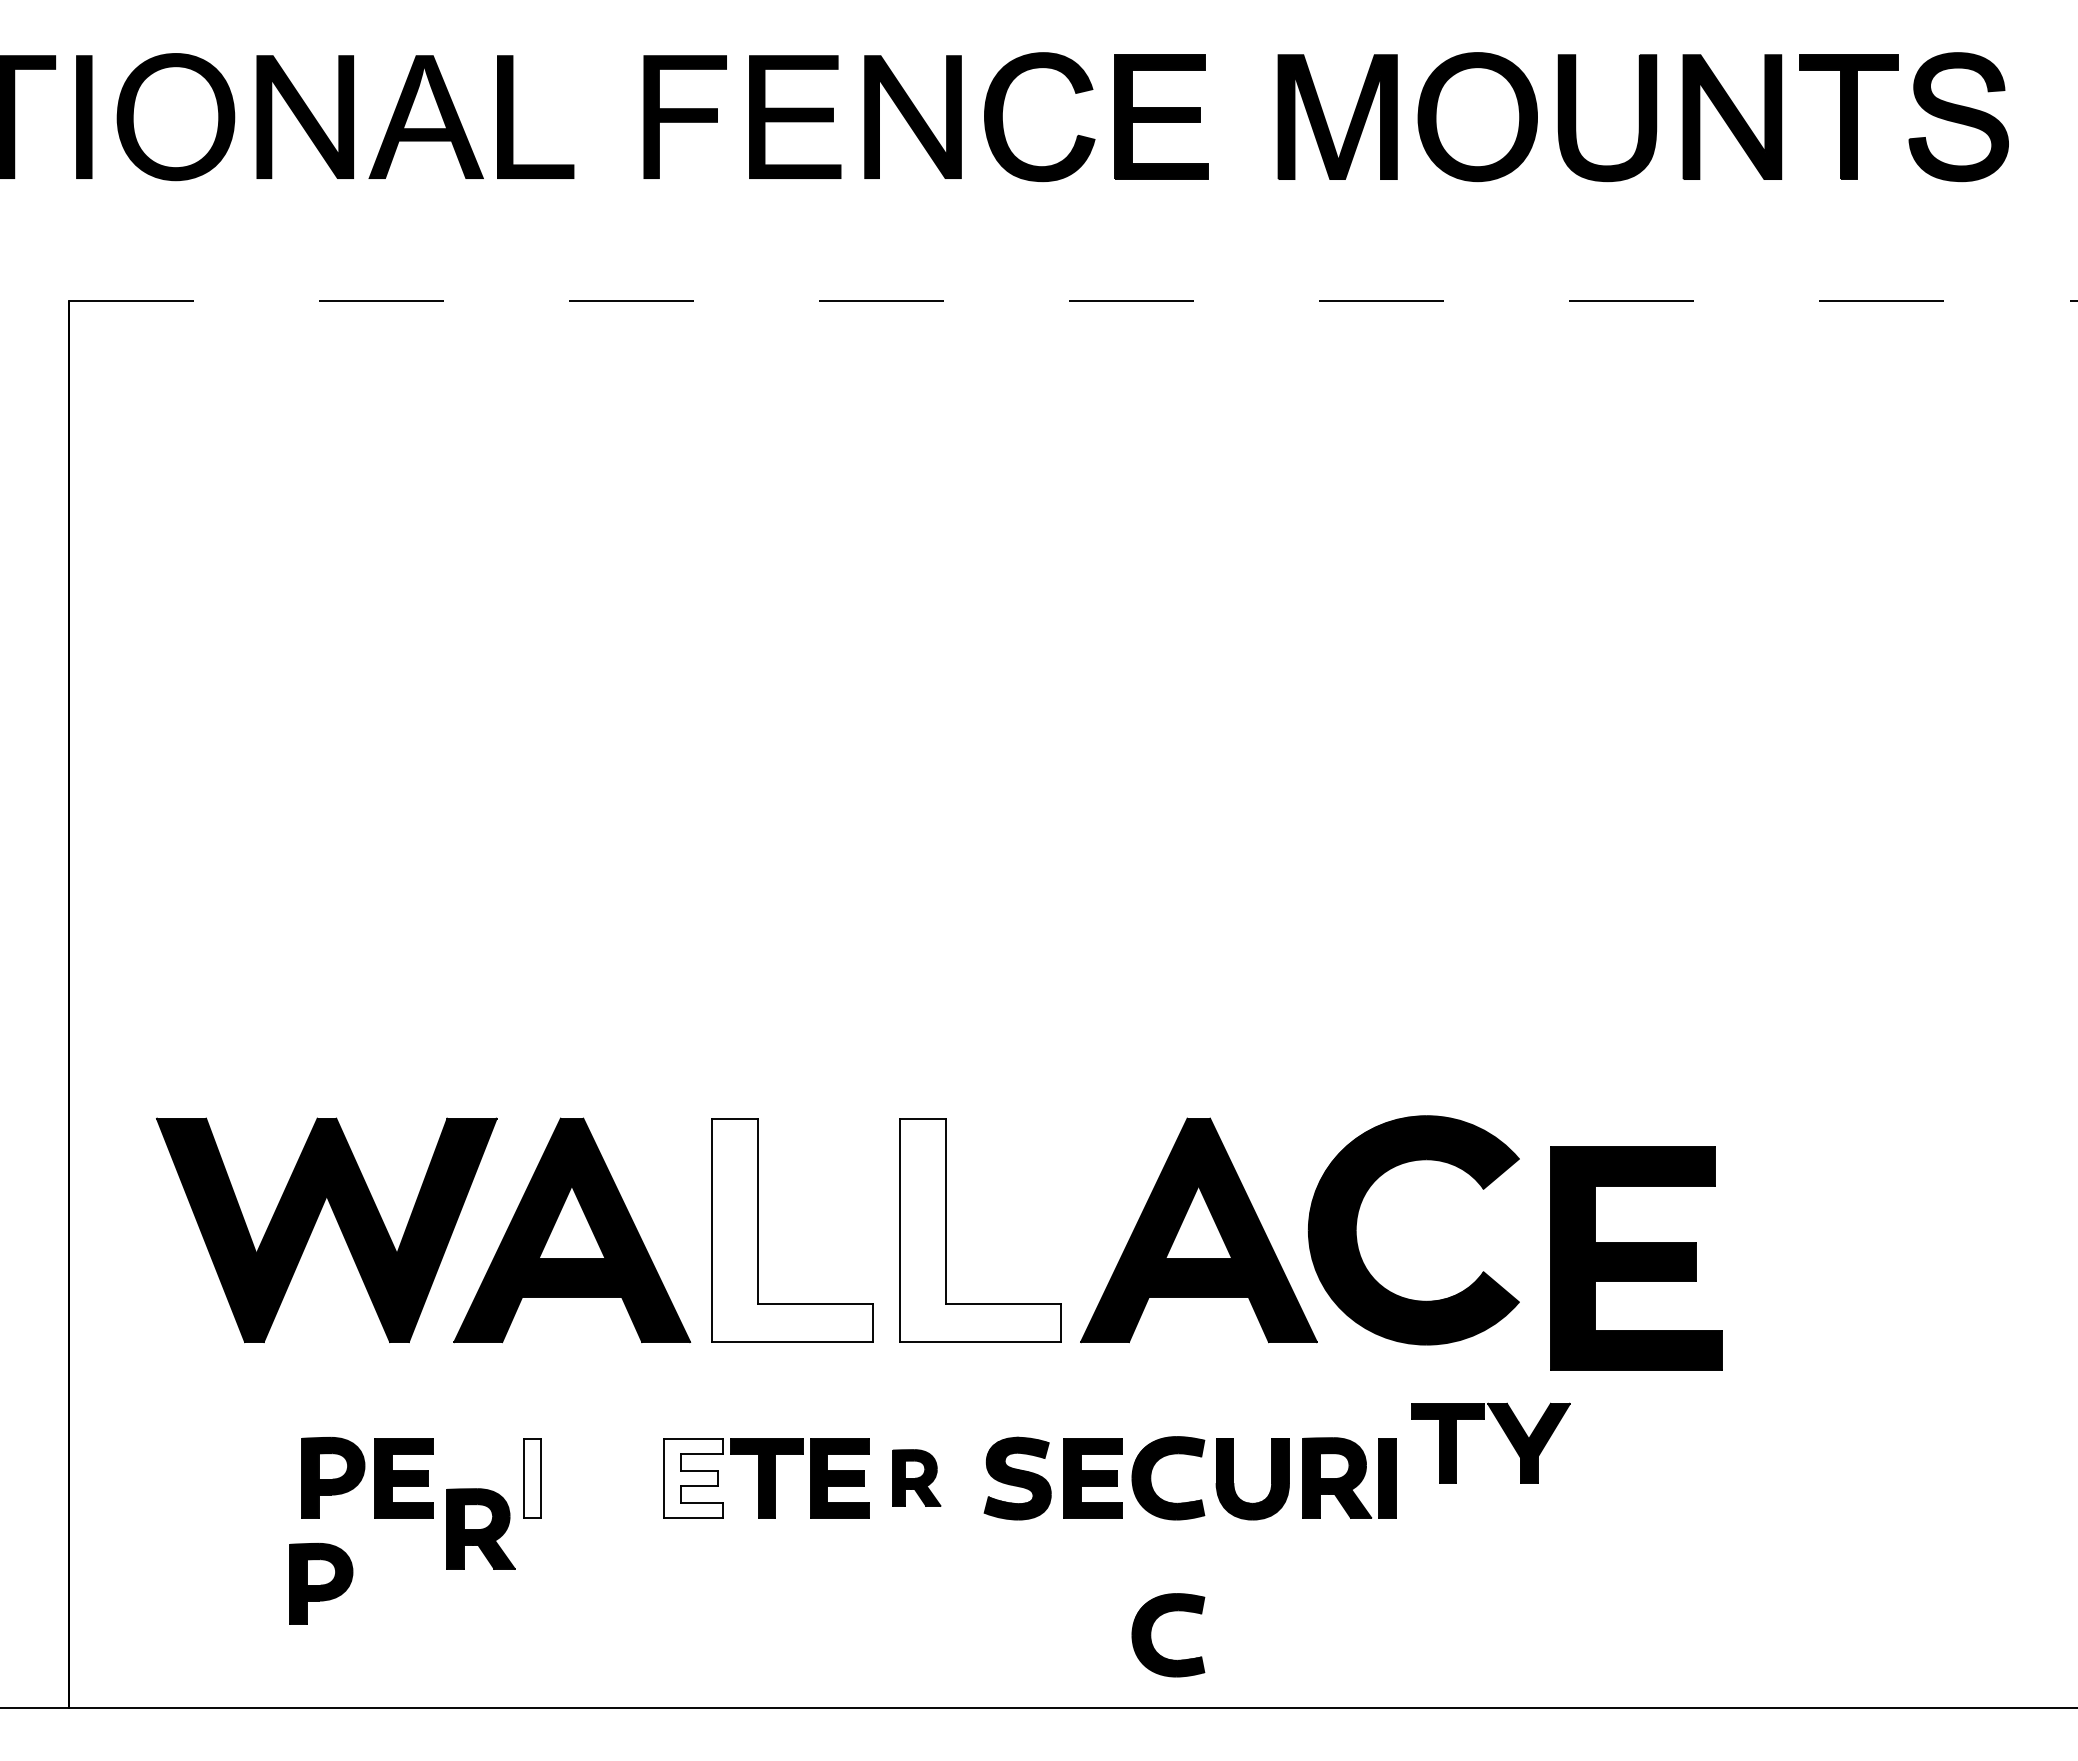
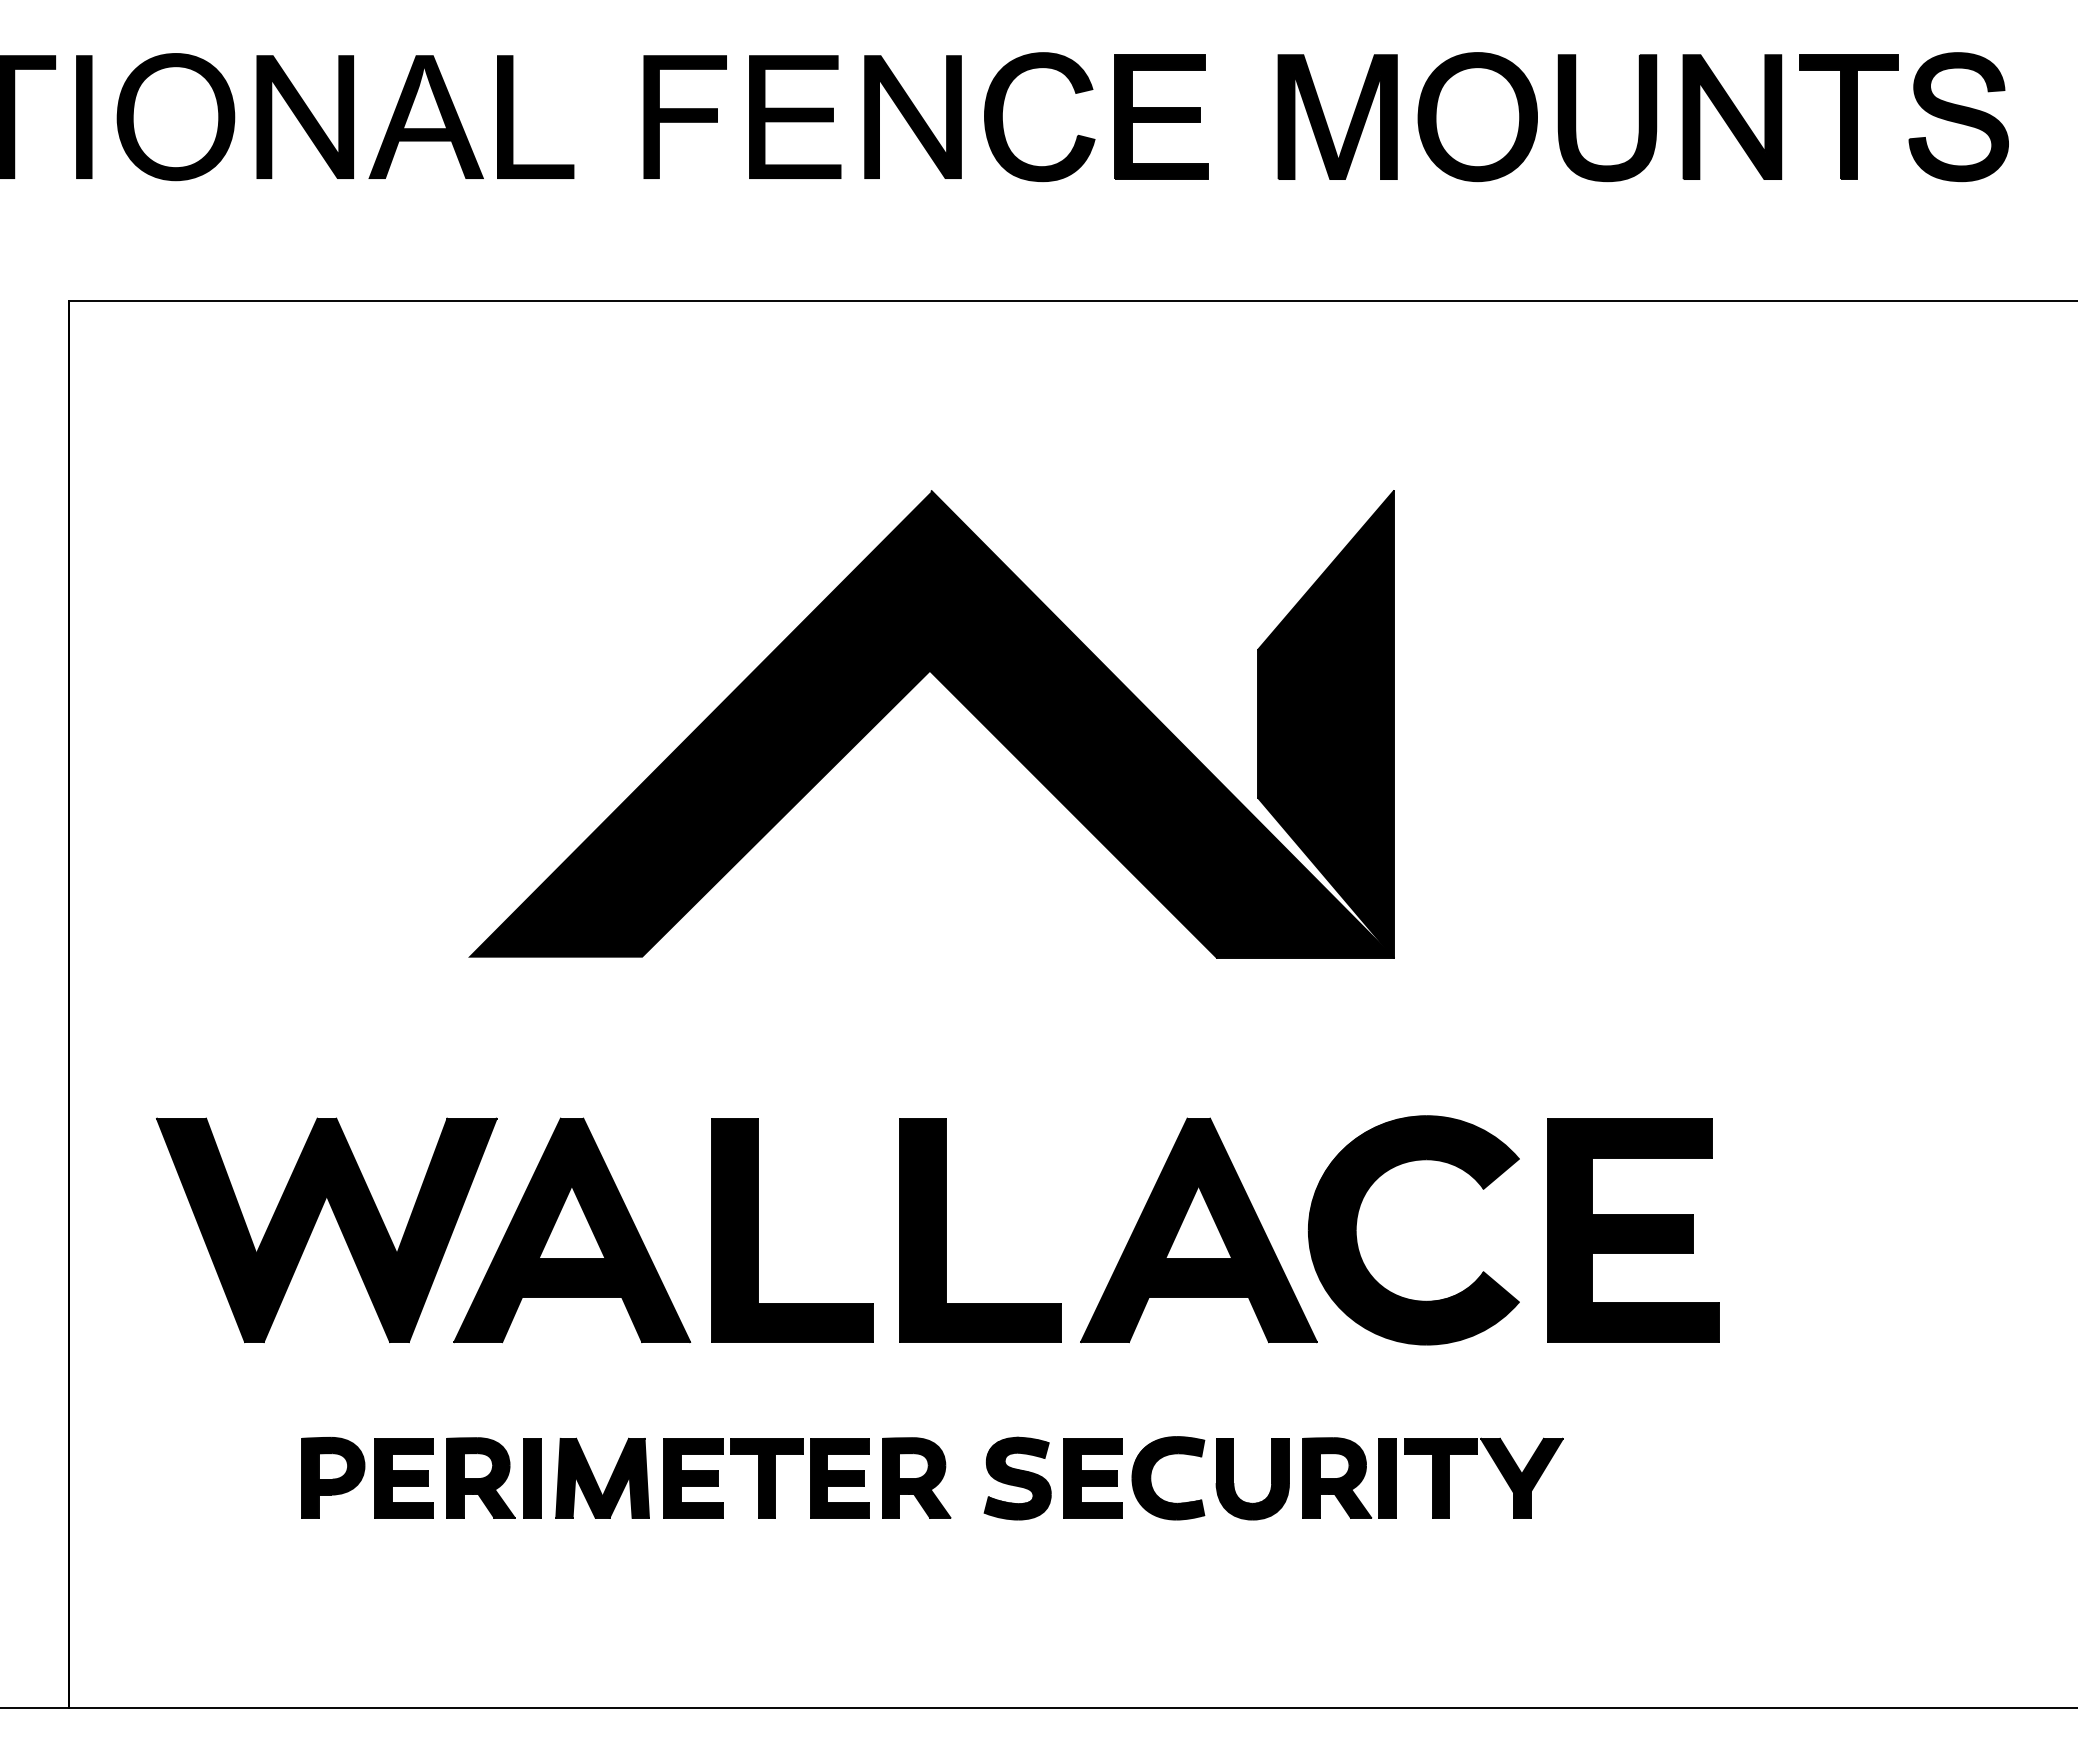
line at (1072, 301): dashed -> solid
part at (956, 698): none -> present
fill at (792, 1230): none -> present
fill at (980, 1230): none -> present
part at (1636, 1258) position: (1636, 1258) -> (1633, 1230)
part at (1505, 1434) position: (1505, 1434) -> (1498, 1469)
fill at (532, 1477): none -> present
fill at (693, 1477): none -> present
part at (916, 1477) size: 50x58 px -> 70x82 px
part at (596, 1480): none -> present
part at (480, 1528) position: (480, 1528) -> (480, 1477)
part at (321, 1583): present -> none
part at (1151, 1635): present -> none
